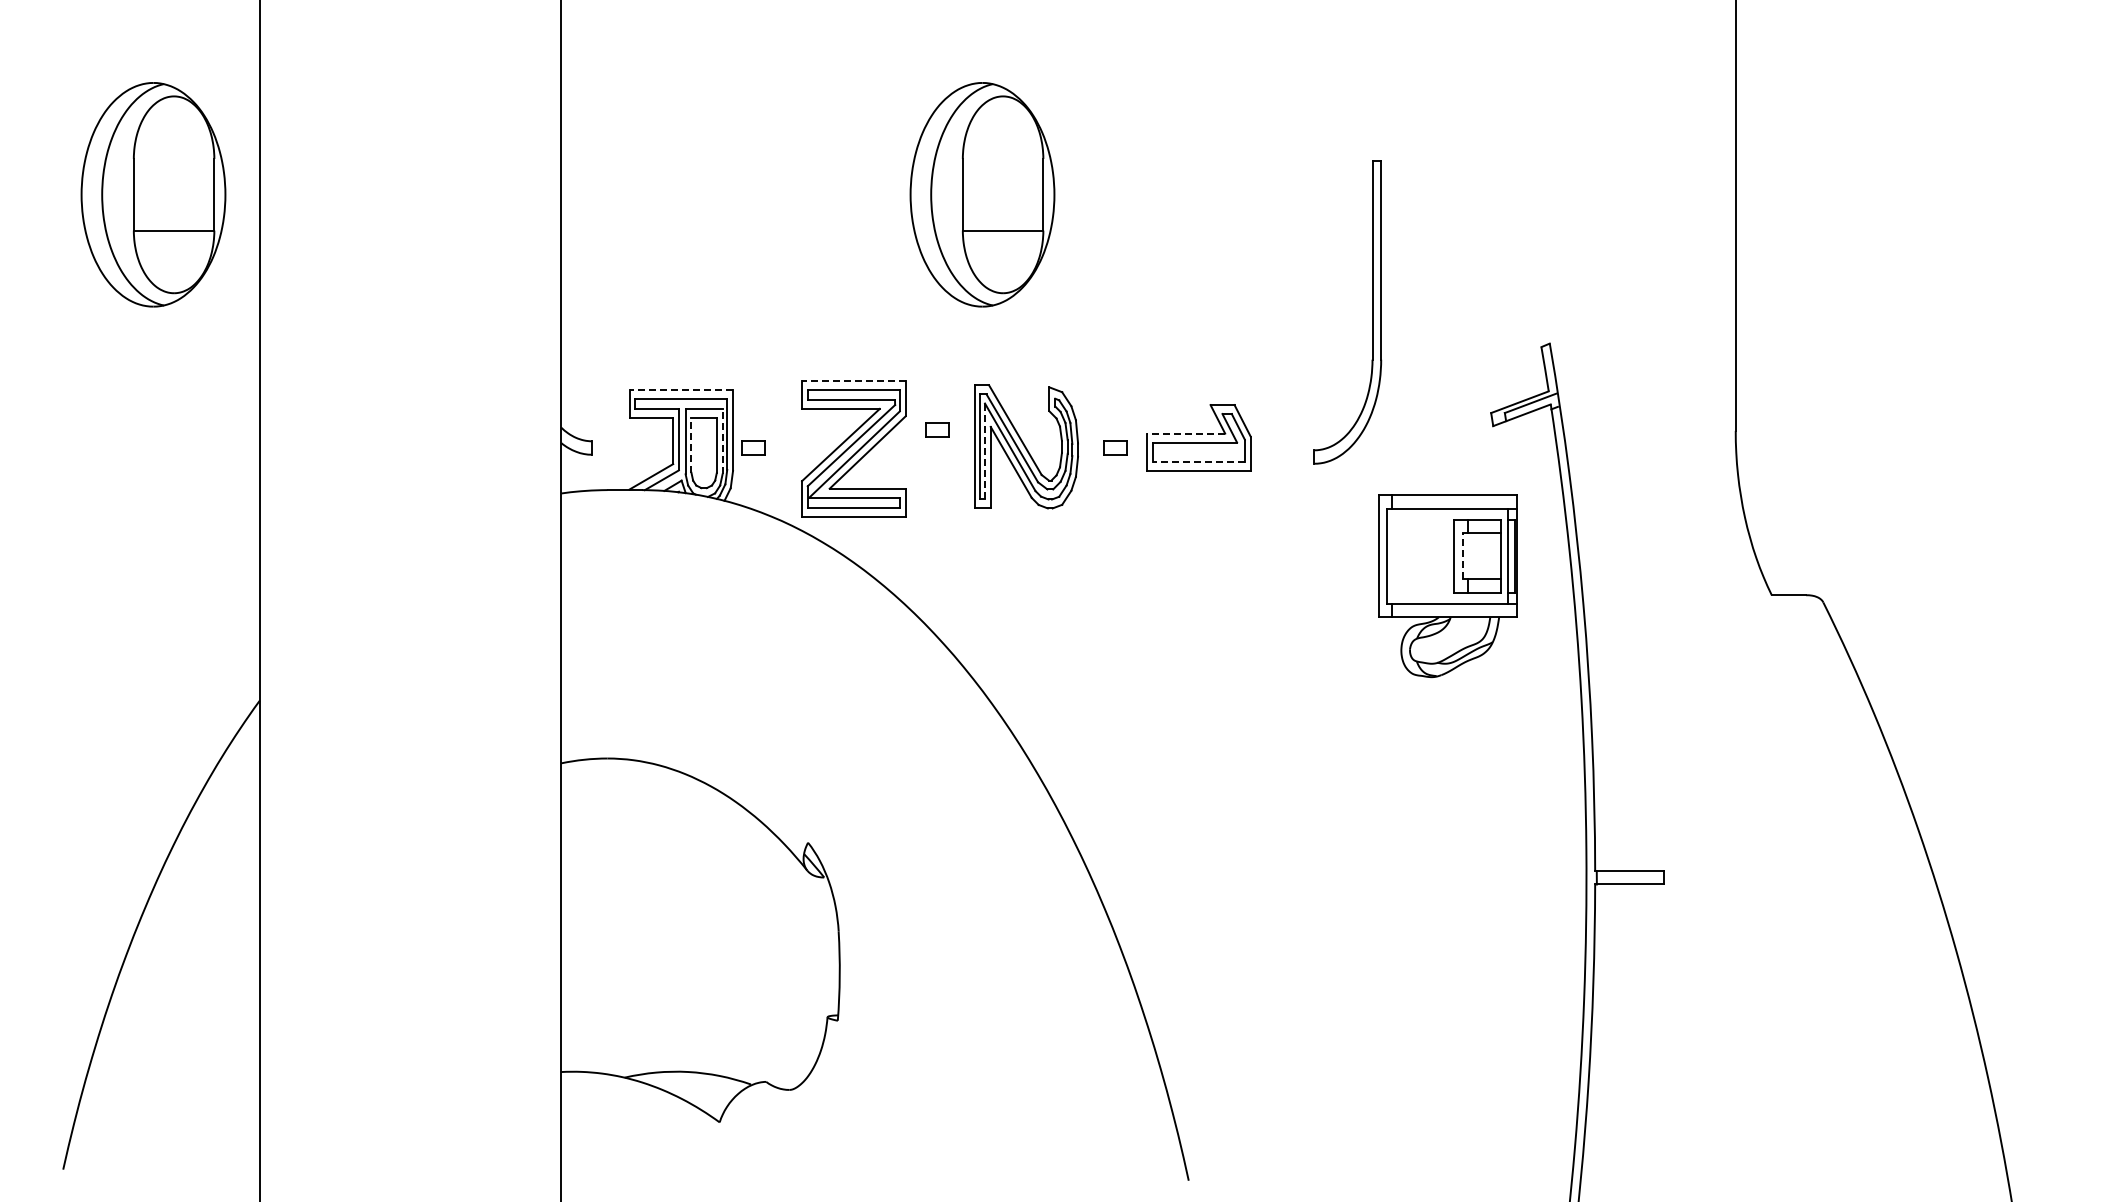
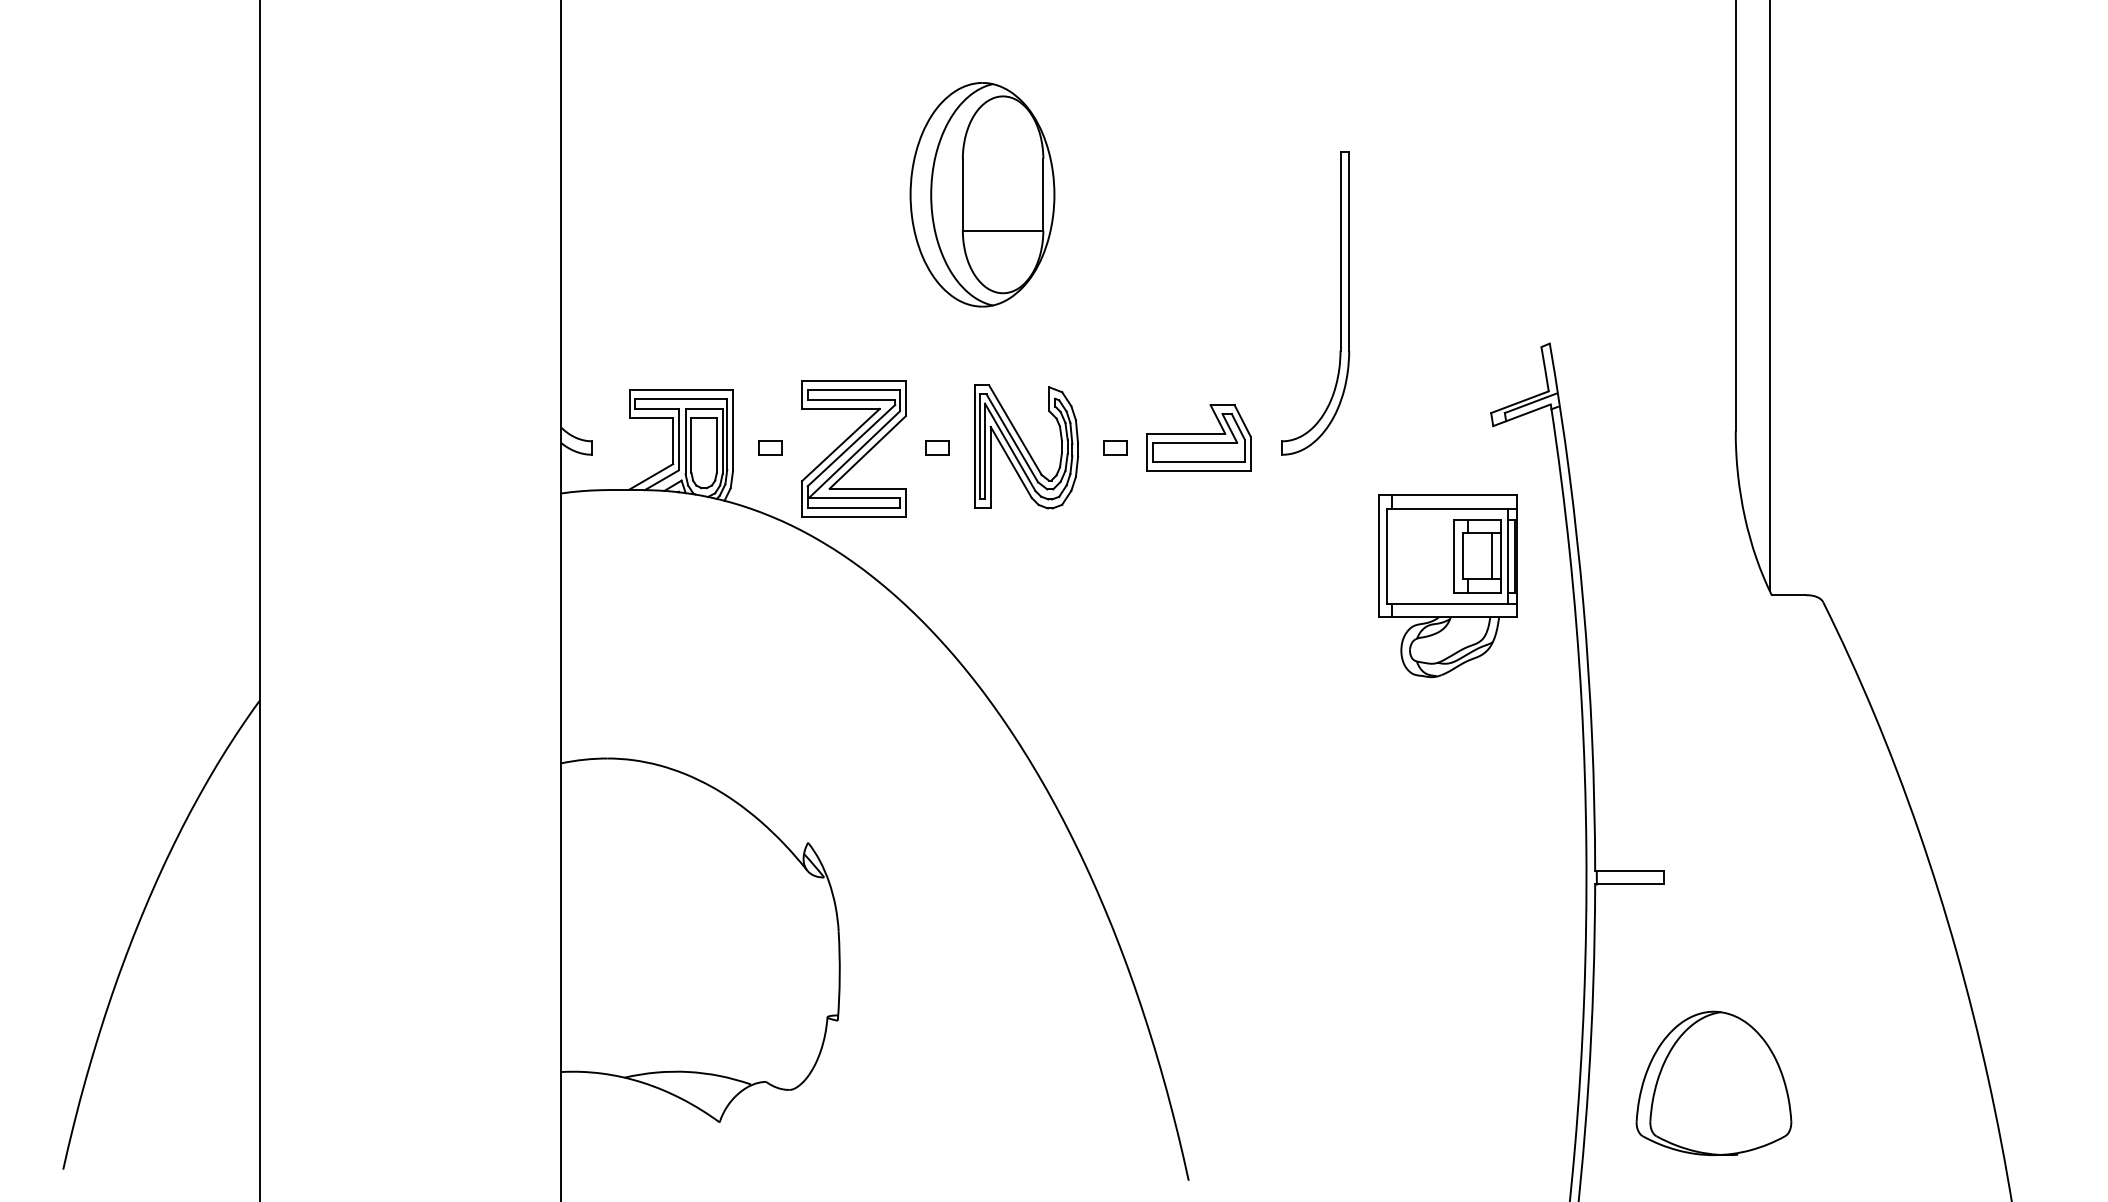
part at (153, 194): present -> none
line at (1770, 296): none -> present
part at (1372, 312) position: (1372, 312) -> (1340, 303)
line at (853, 380): dashed -> solid
line at (681, 389): dashed -> solid
part at (937, 429) position: (937, 429) -> (937, 447)
line at (1185, 433): dashed -> solid
line at (722, 441): dashed -> solid
line at (691, 444): dashed -> solid
part at (753, 447) position: (753, 447) -> (770, 447)
line at (985, 451): dashed -> solid
line at (1198, 462): dashed -> solid
line at (1462, 555): dashed -> solid
line at (1492, 556): none -> present
part at (1713, 1082): none -> present
